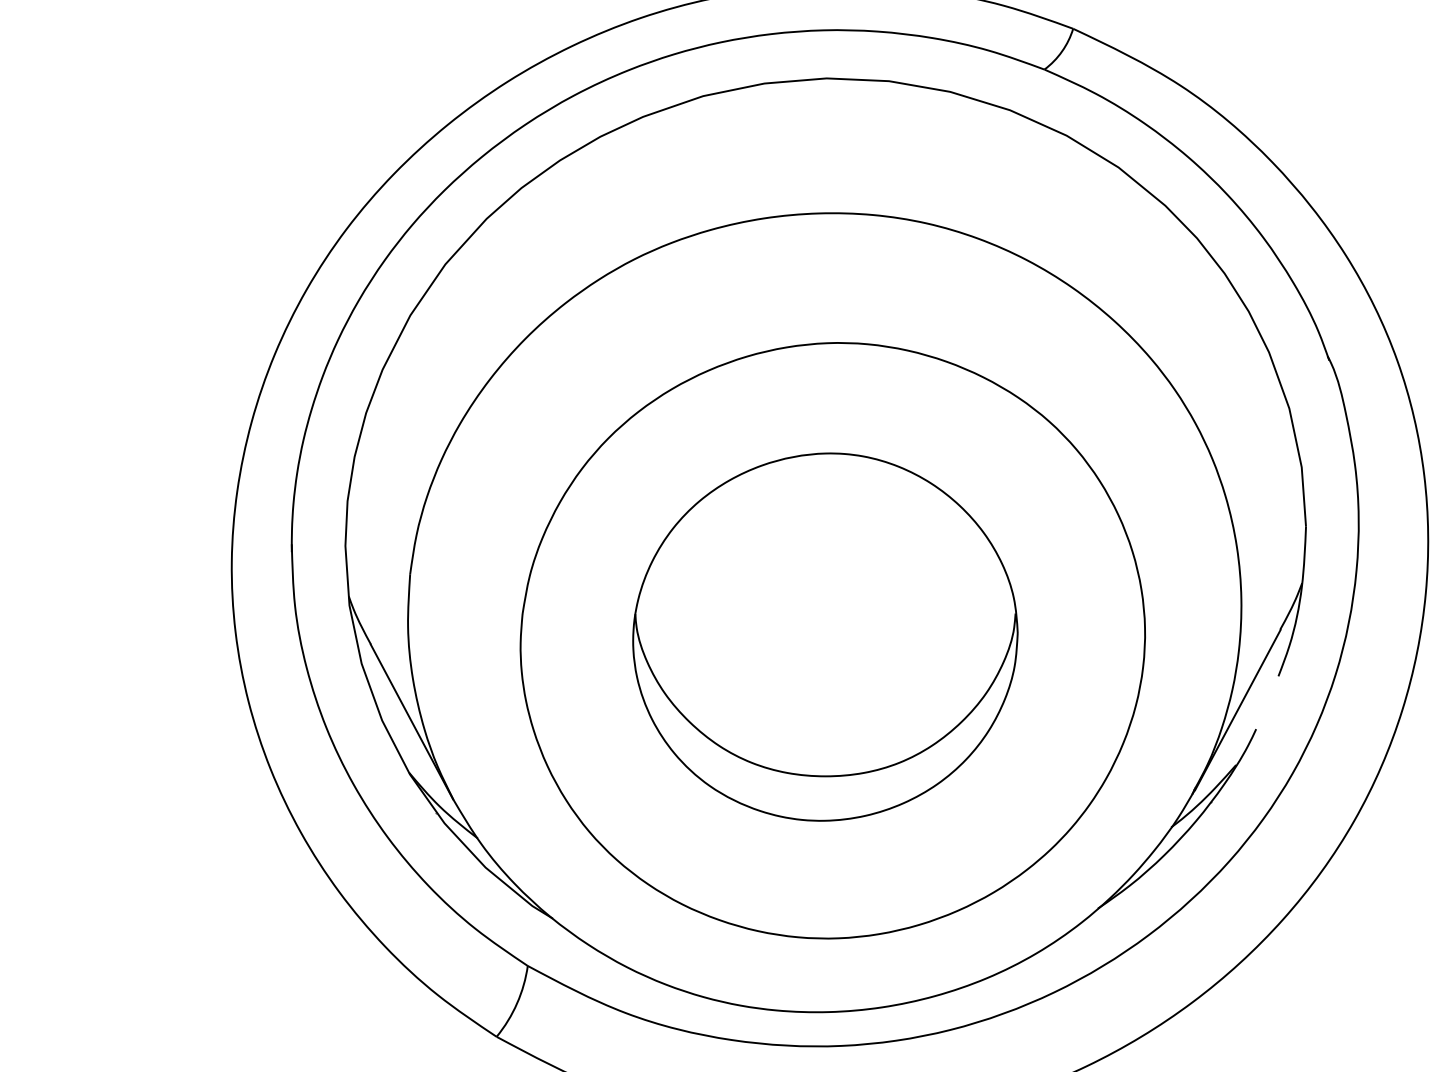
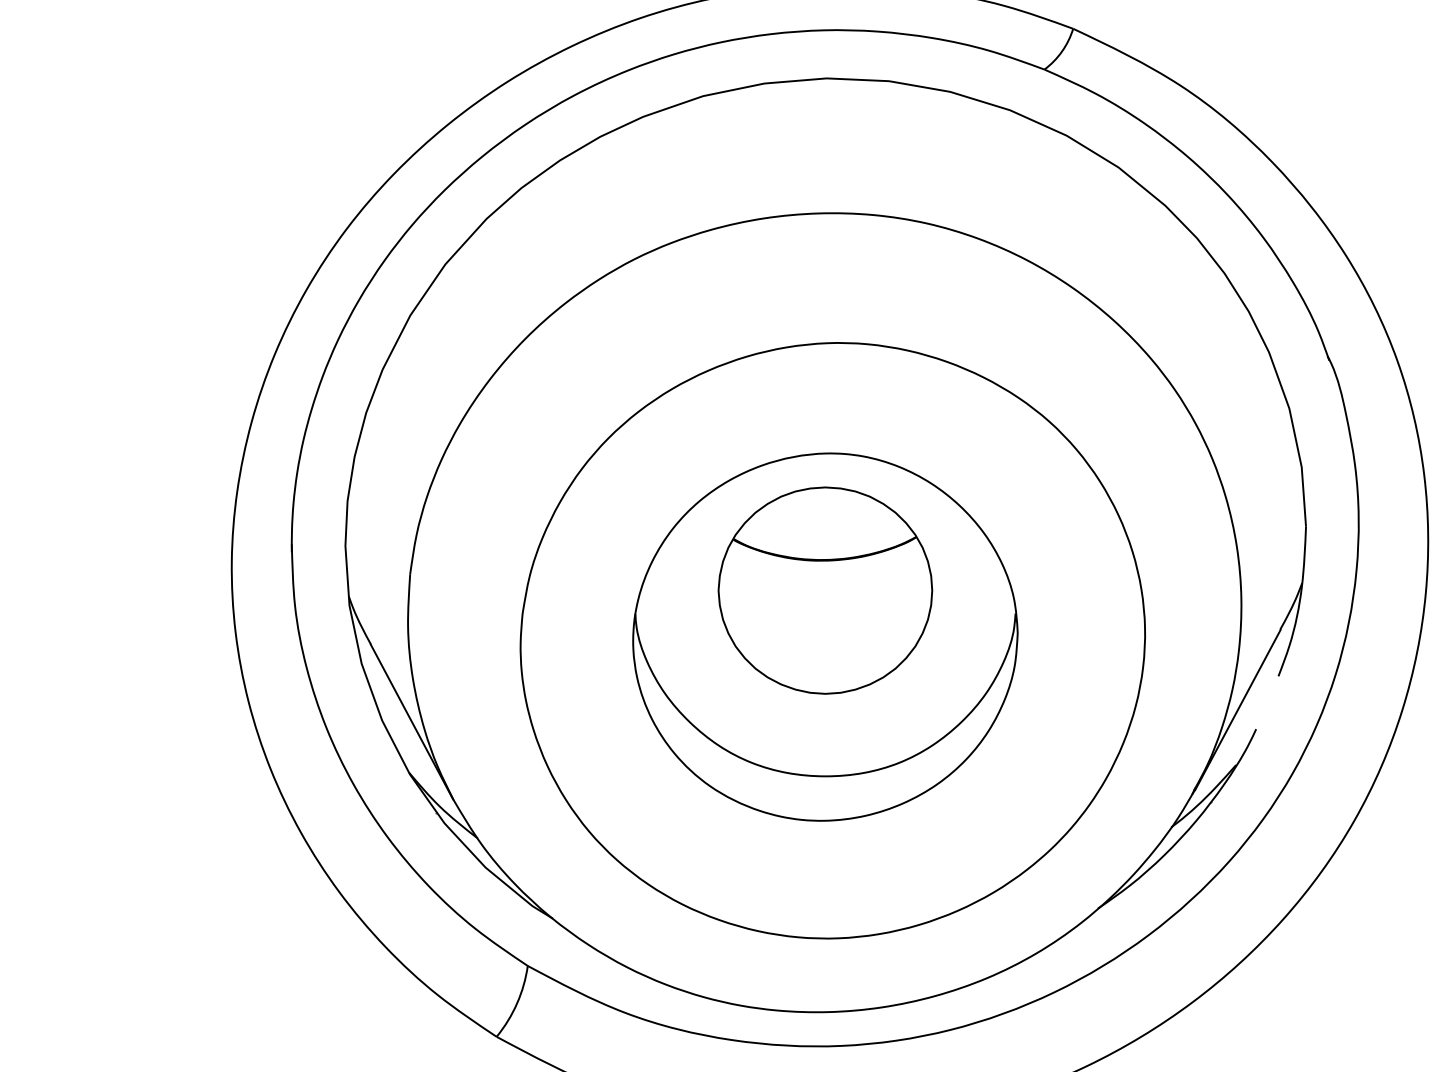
part at (825, 590): none -> present
